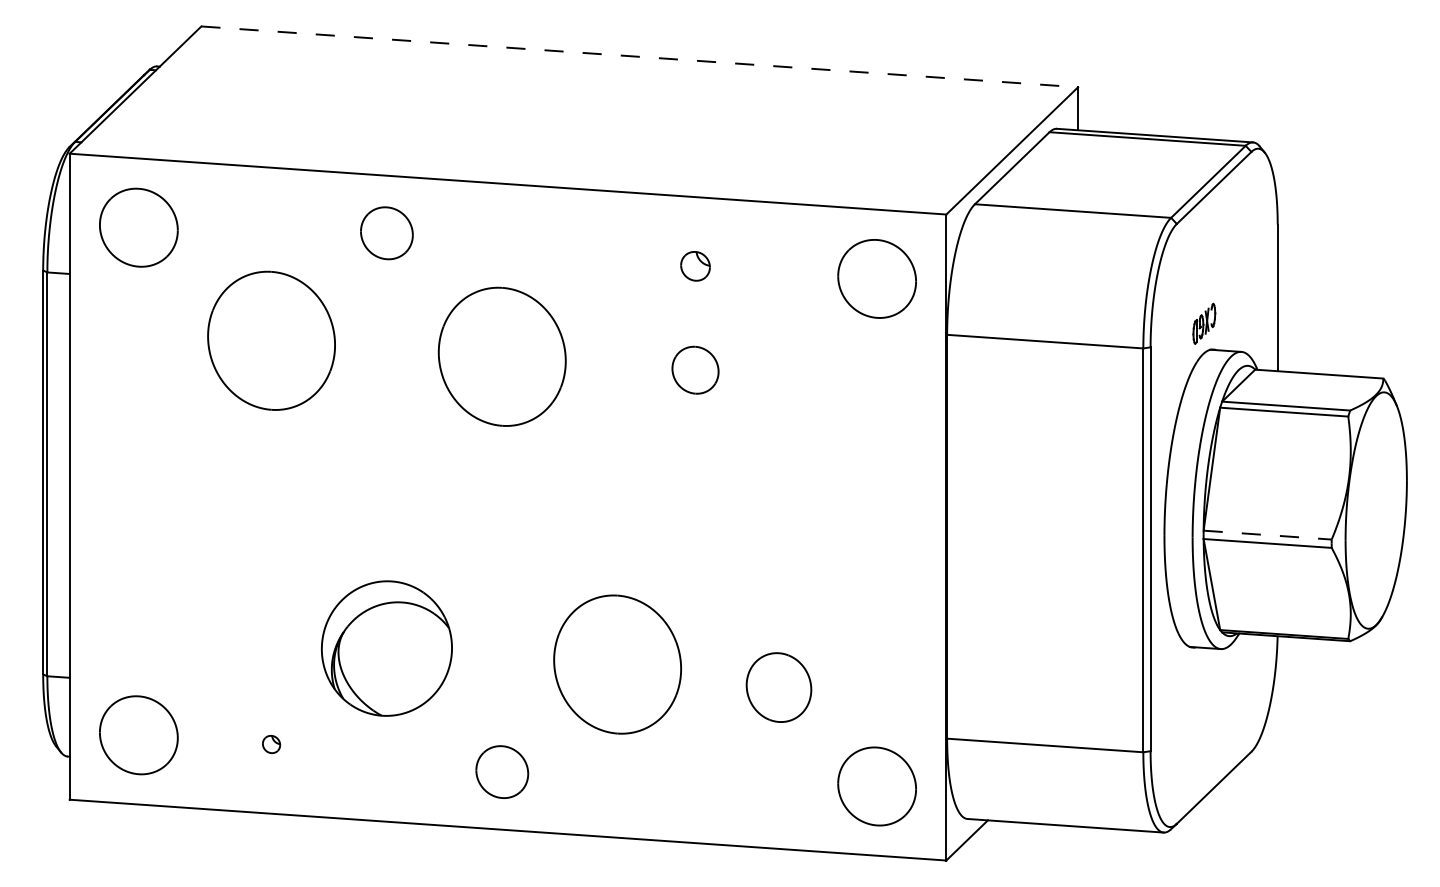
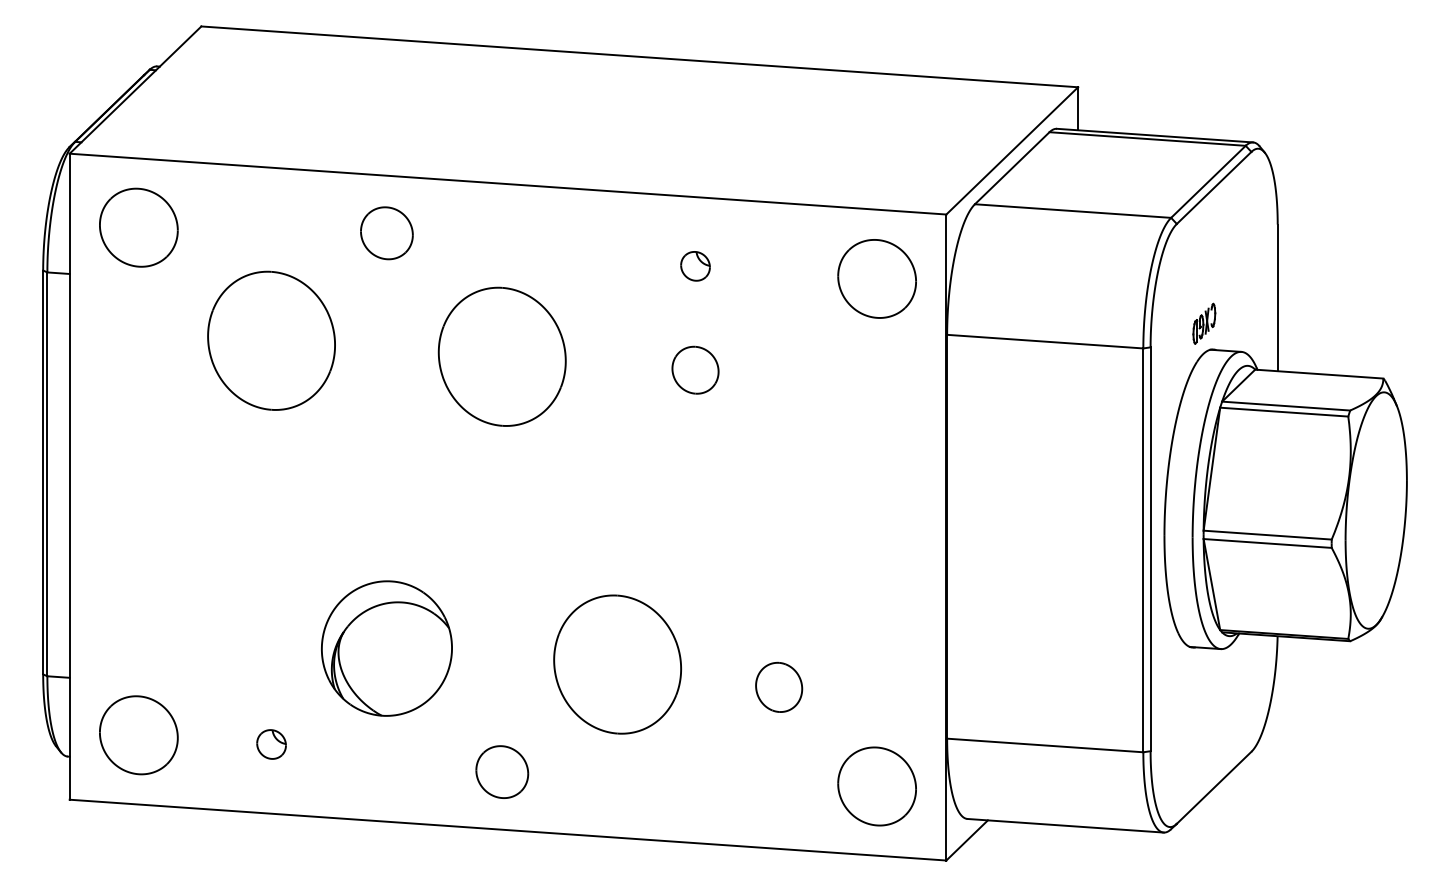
line at (640, 56): dashed -> solid
line at (1268, 535): dashed -> solid
part at (778, 687) size: 68x71 px -> 49x52 px
part at (271, 744) size: 20x19 px -> 31x31 px
